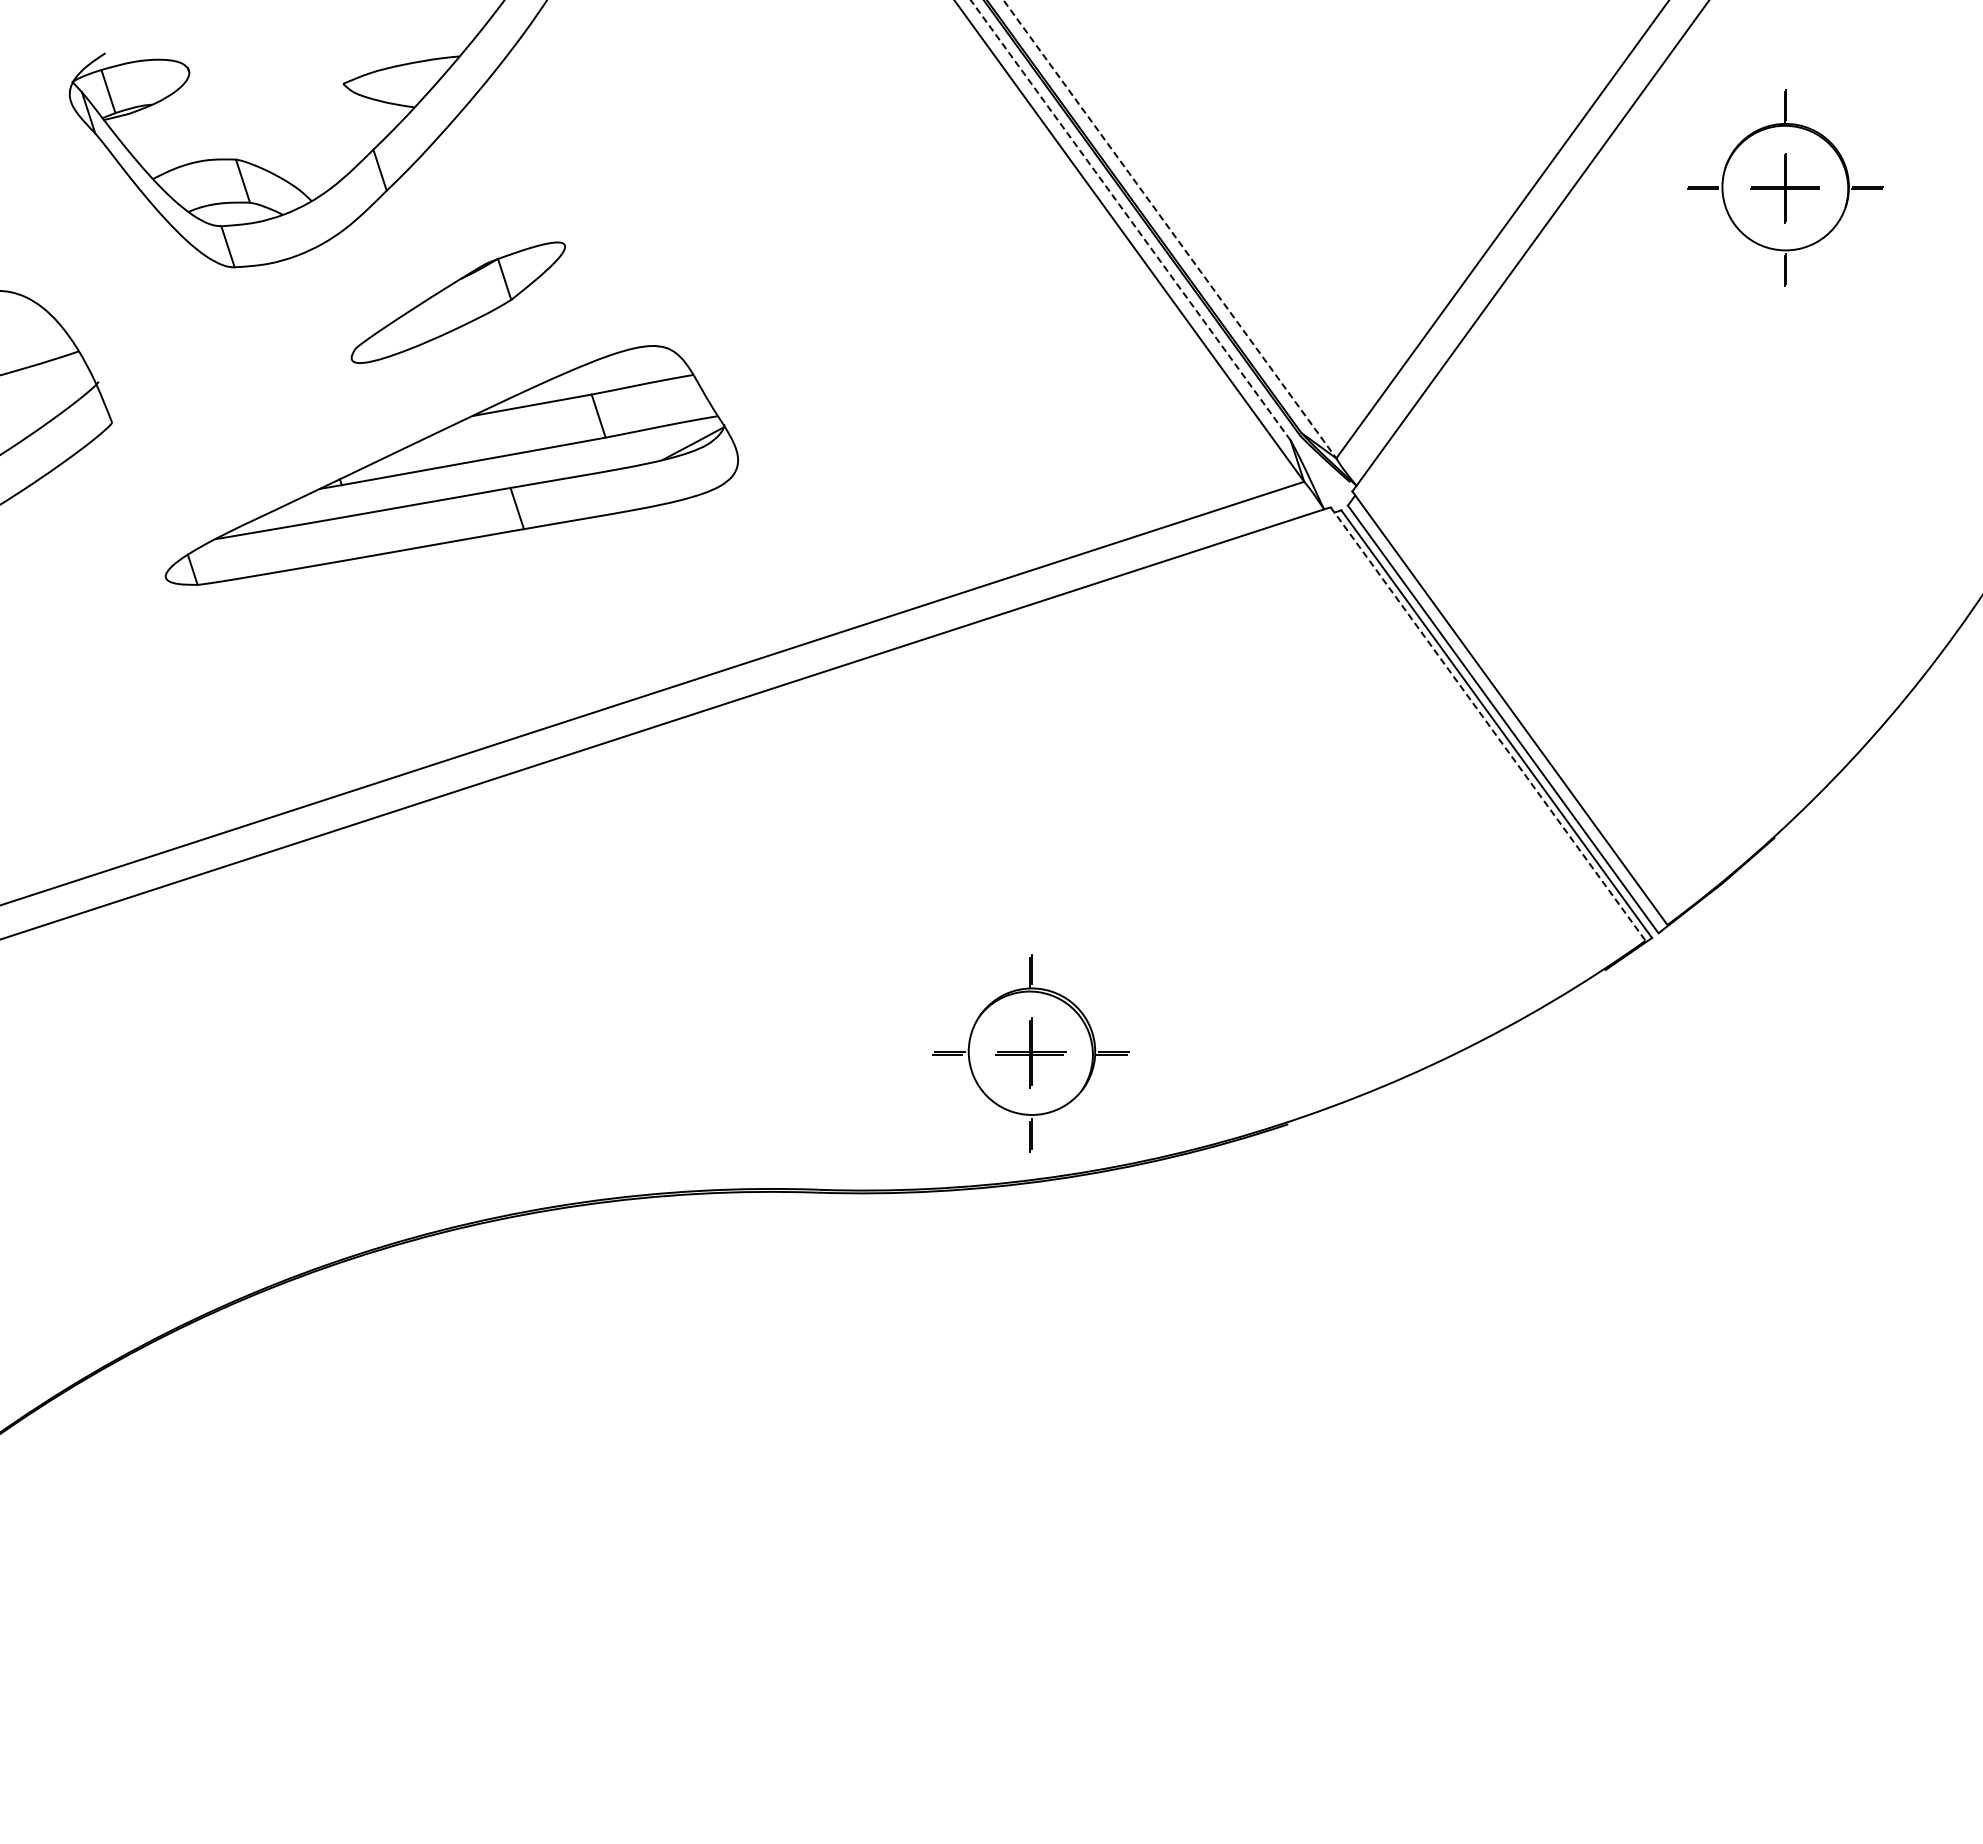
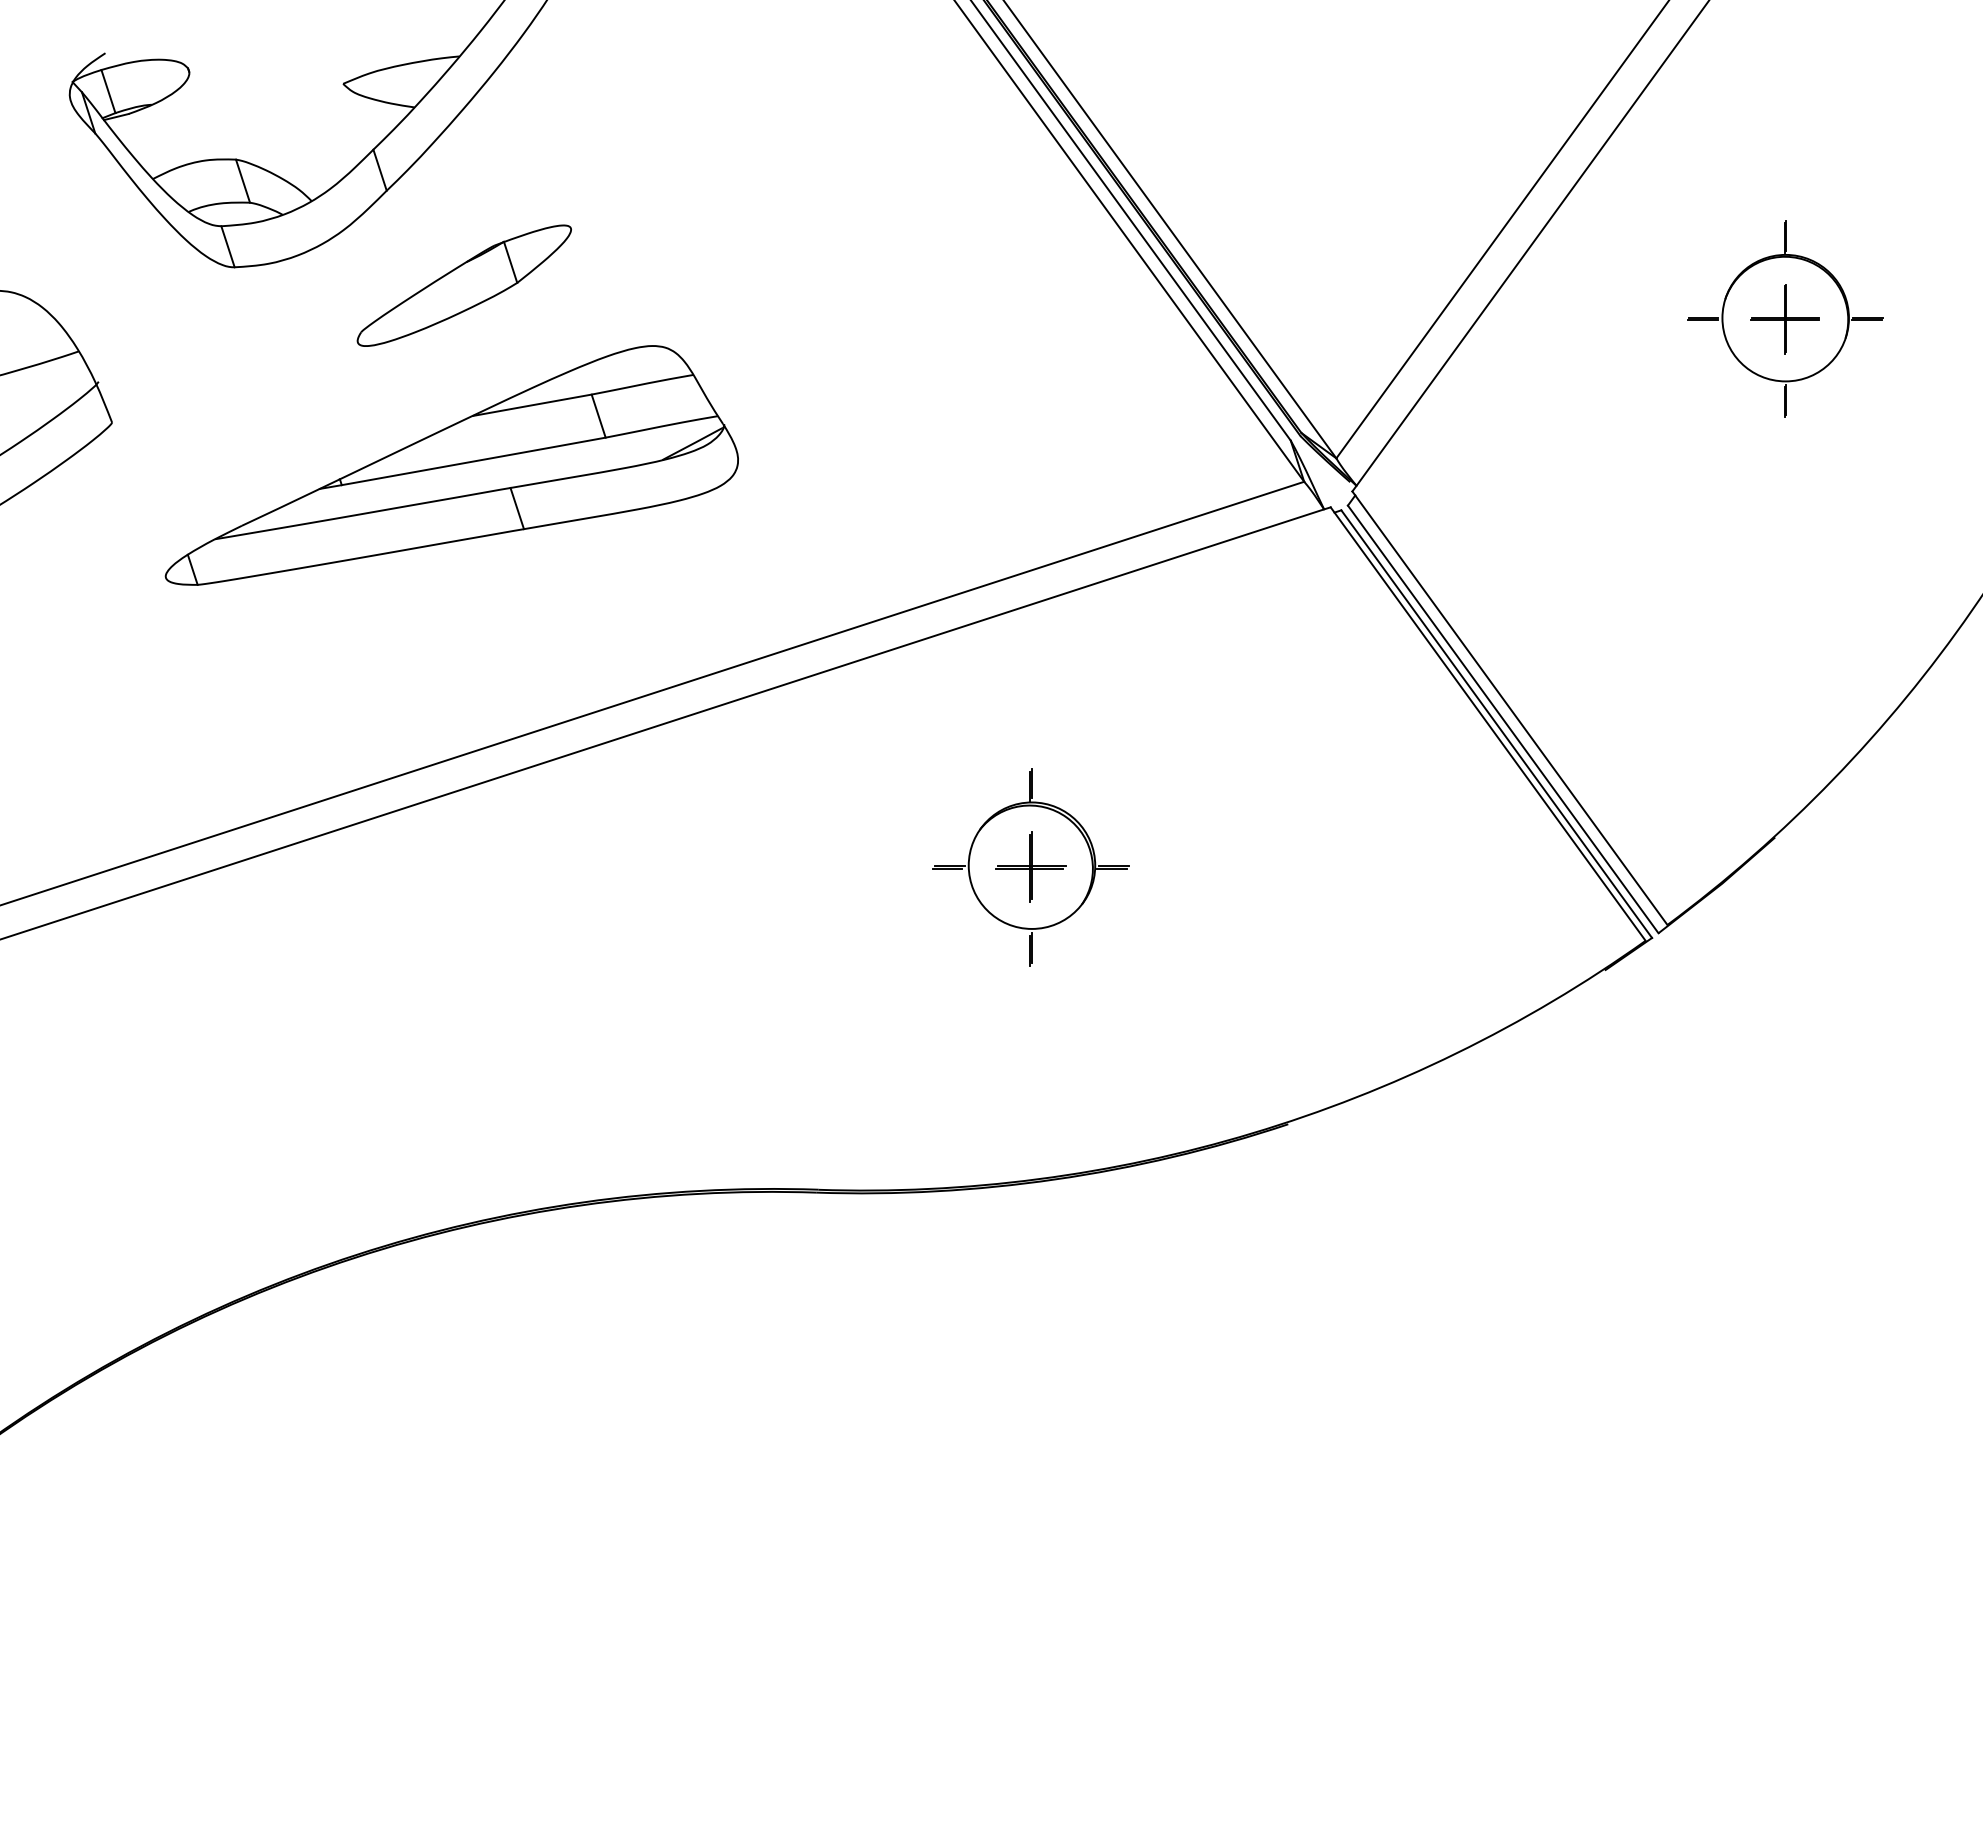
part at (1785, 187) position: (1785, 187) -> (1785, 318)
line at (1130, 220): dashed -> solid
line at (1170, 229): dashed -> solid
part at (457, 302) position: (457, 302) -> (463, 285)
line at (1488, 724): dashed -> solid
part at (1030, 1053) position: (1030, 1053) -> (1030, 867)
